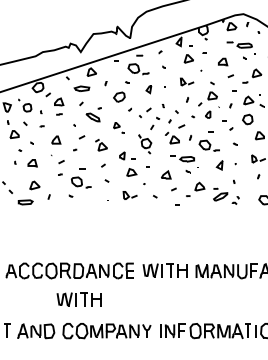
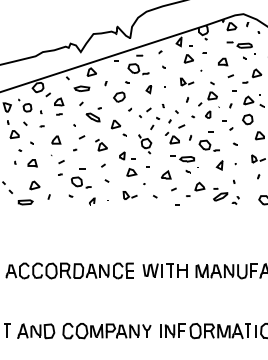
part at (118, 127) size: 12x12 px -> 16x18 px
part at (92, 201): none -> present
part at (78, 299): present -> none
